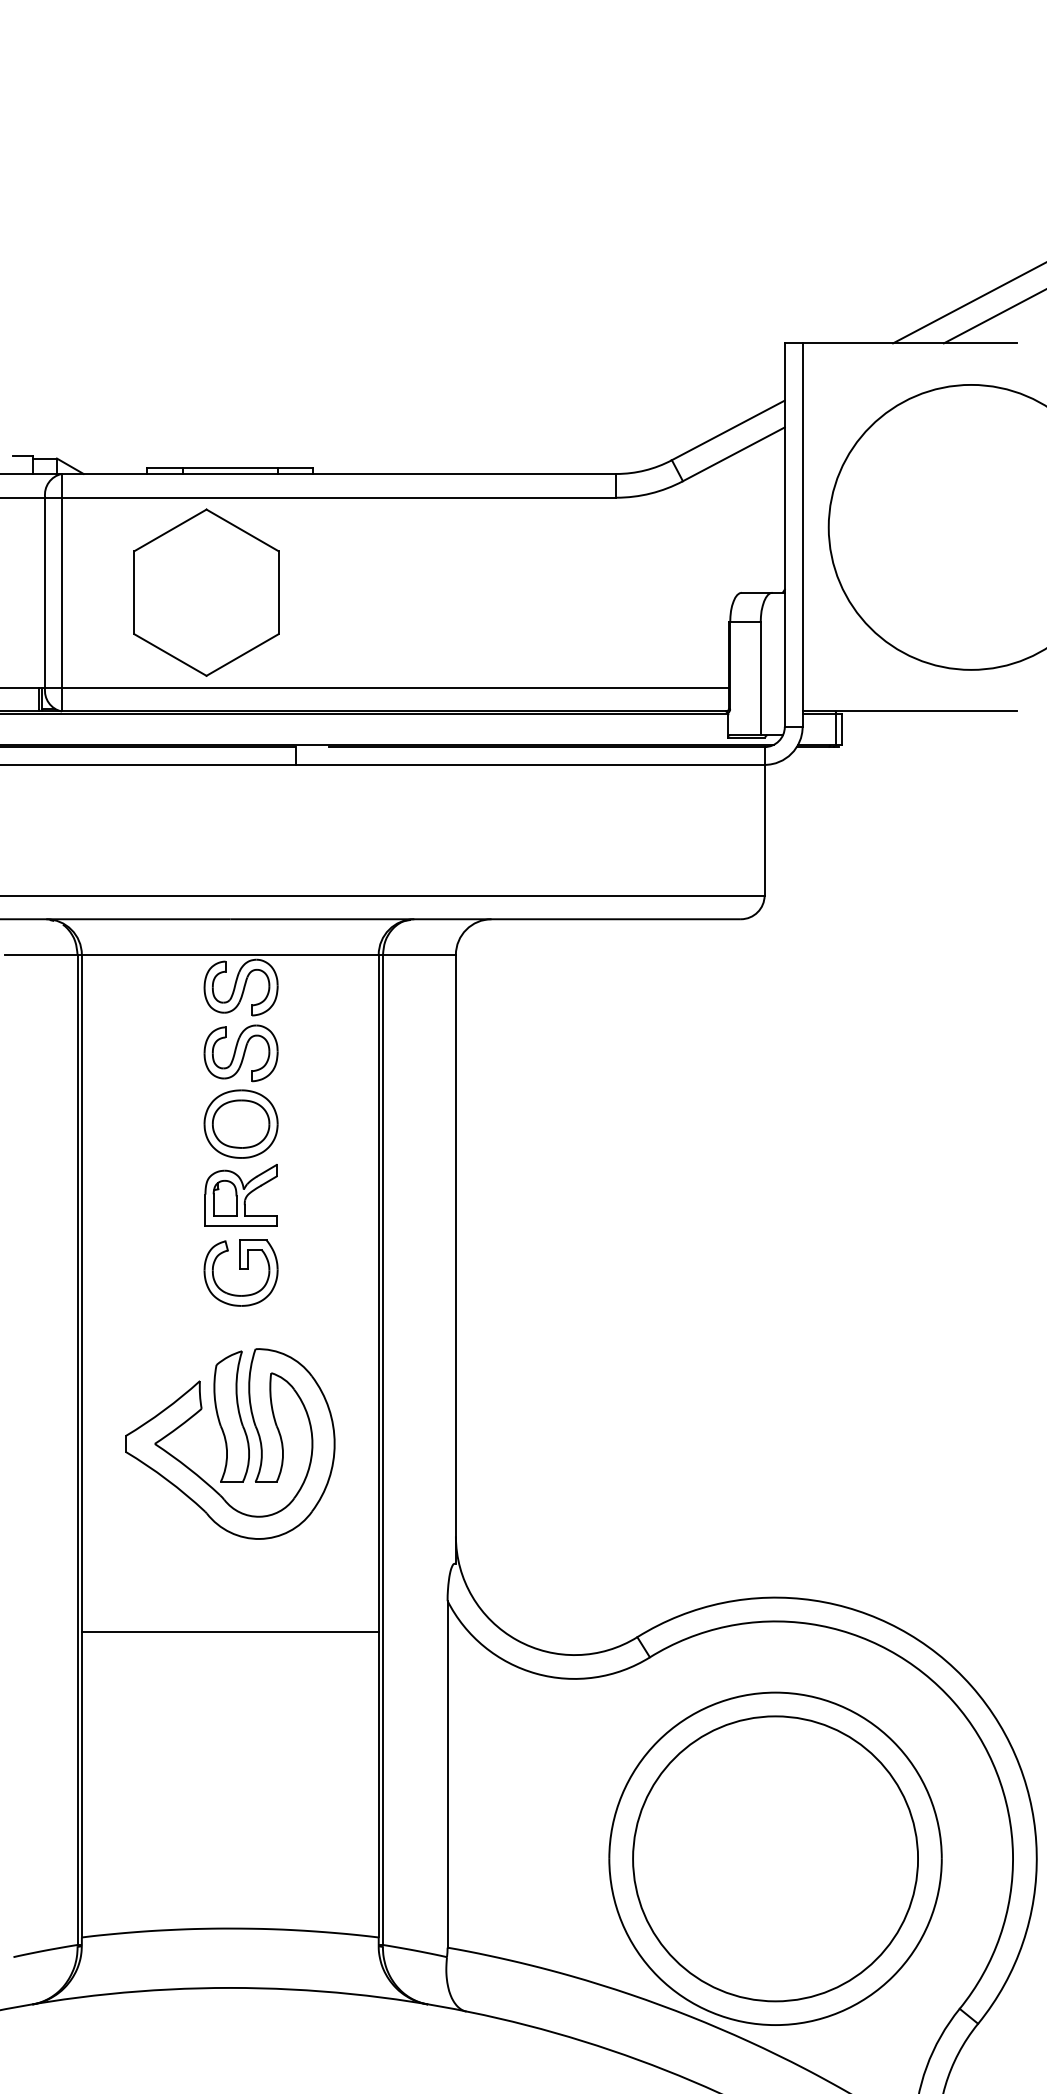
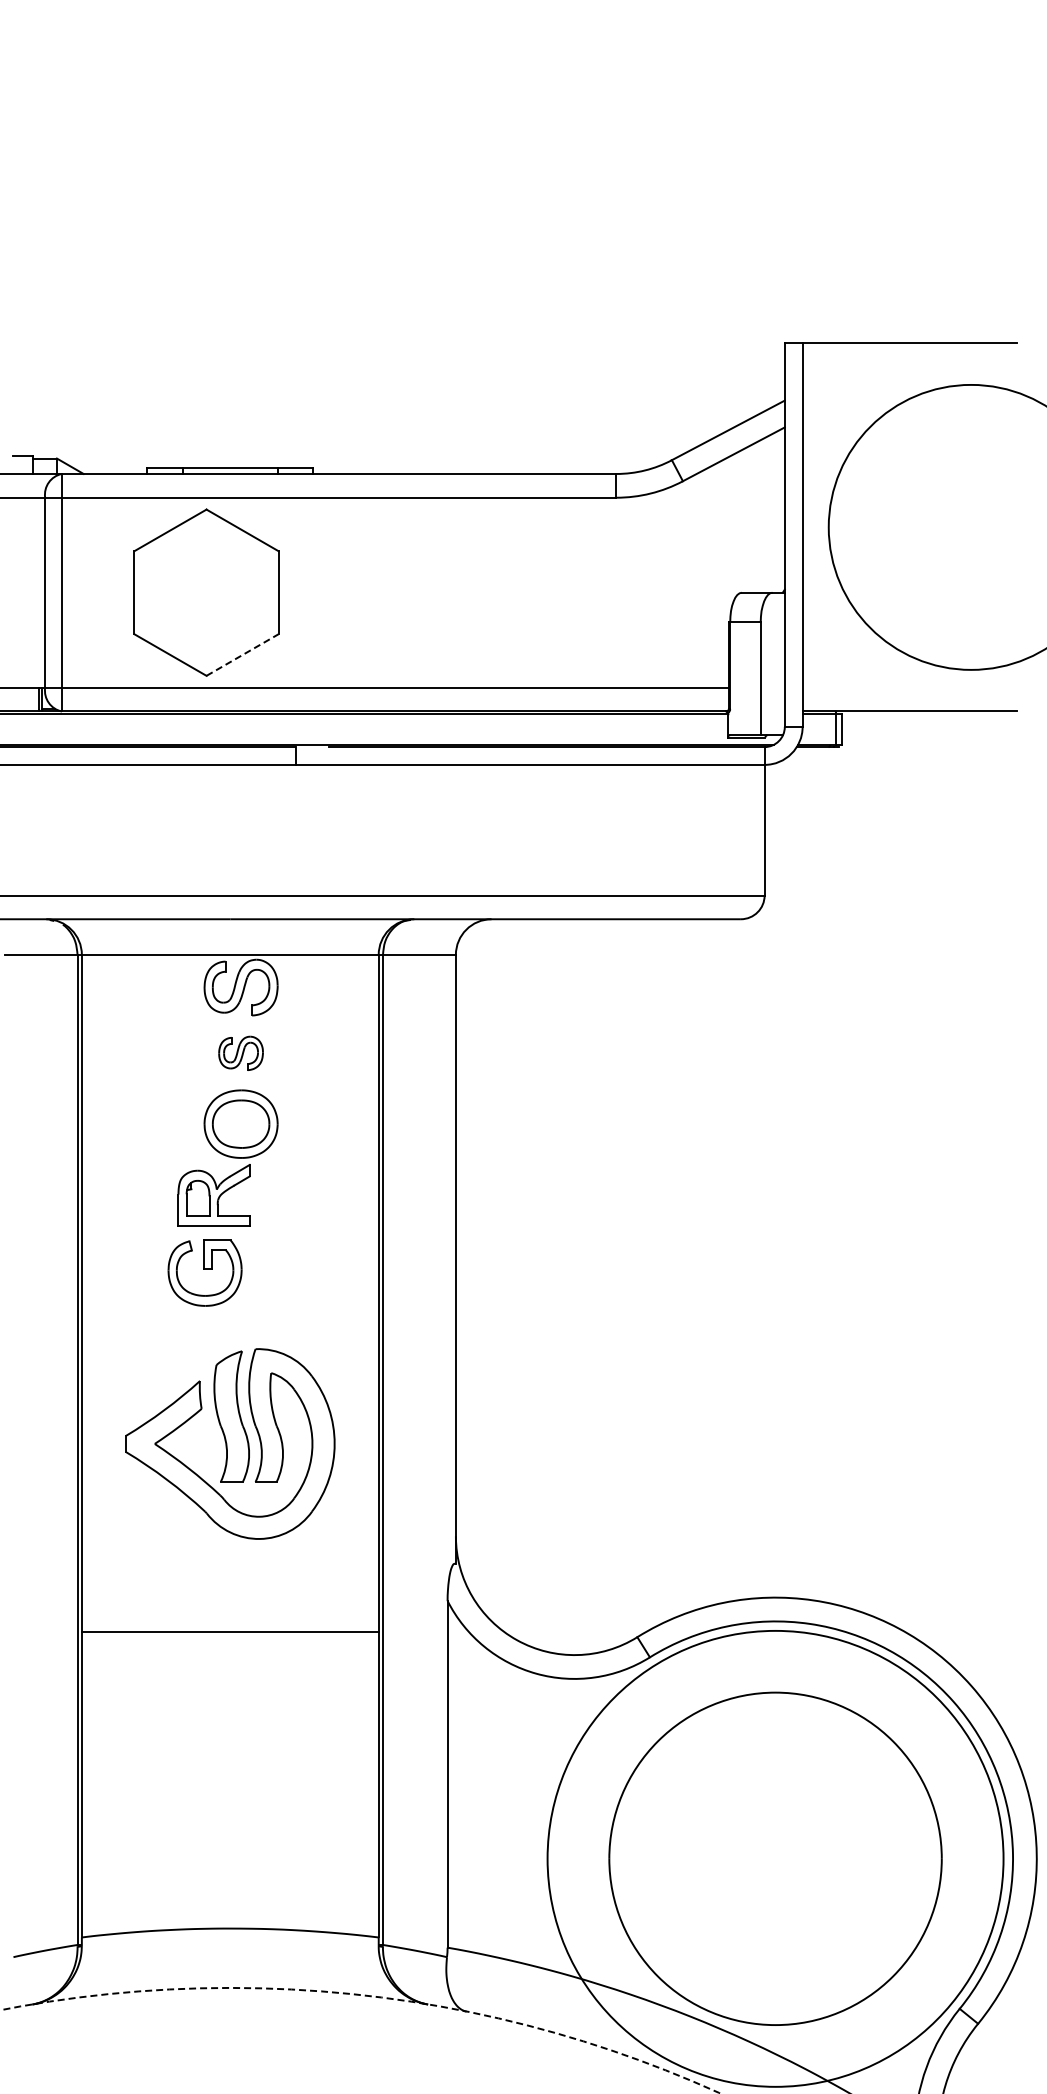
line at (968, 303): present -> none
line at (993, 316): present -> none
line at (242, 655): solid -> dashed
part at (240, 1053) size: 76x59 px -> 46x36 px
part at (240, 1195) position: (240, 1195) -> (213, 1195)
part at (240, 1272) position: (240, 1272) -> (204, 1272)
circle at (775, 1858) diameter: 285 px -> 456 px
circle at (360, 2040): solid -> dashed
